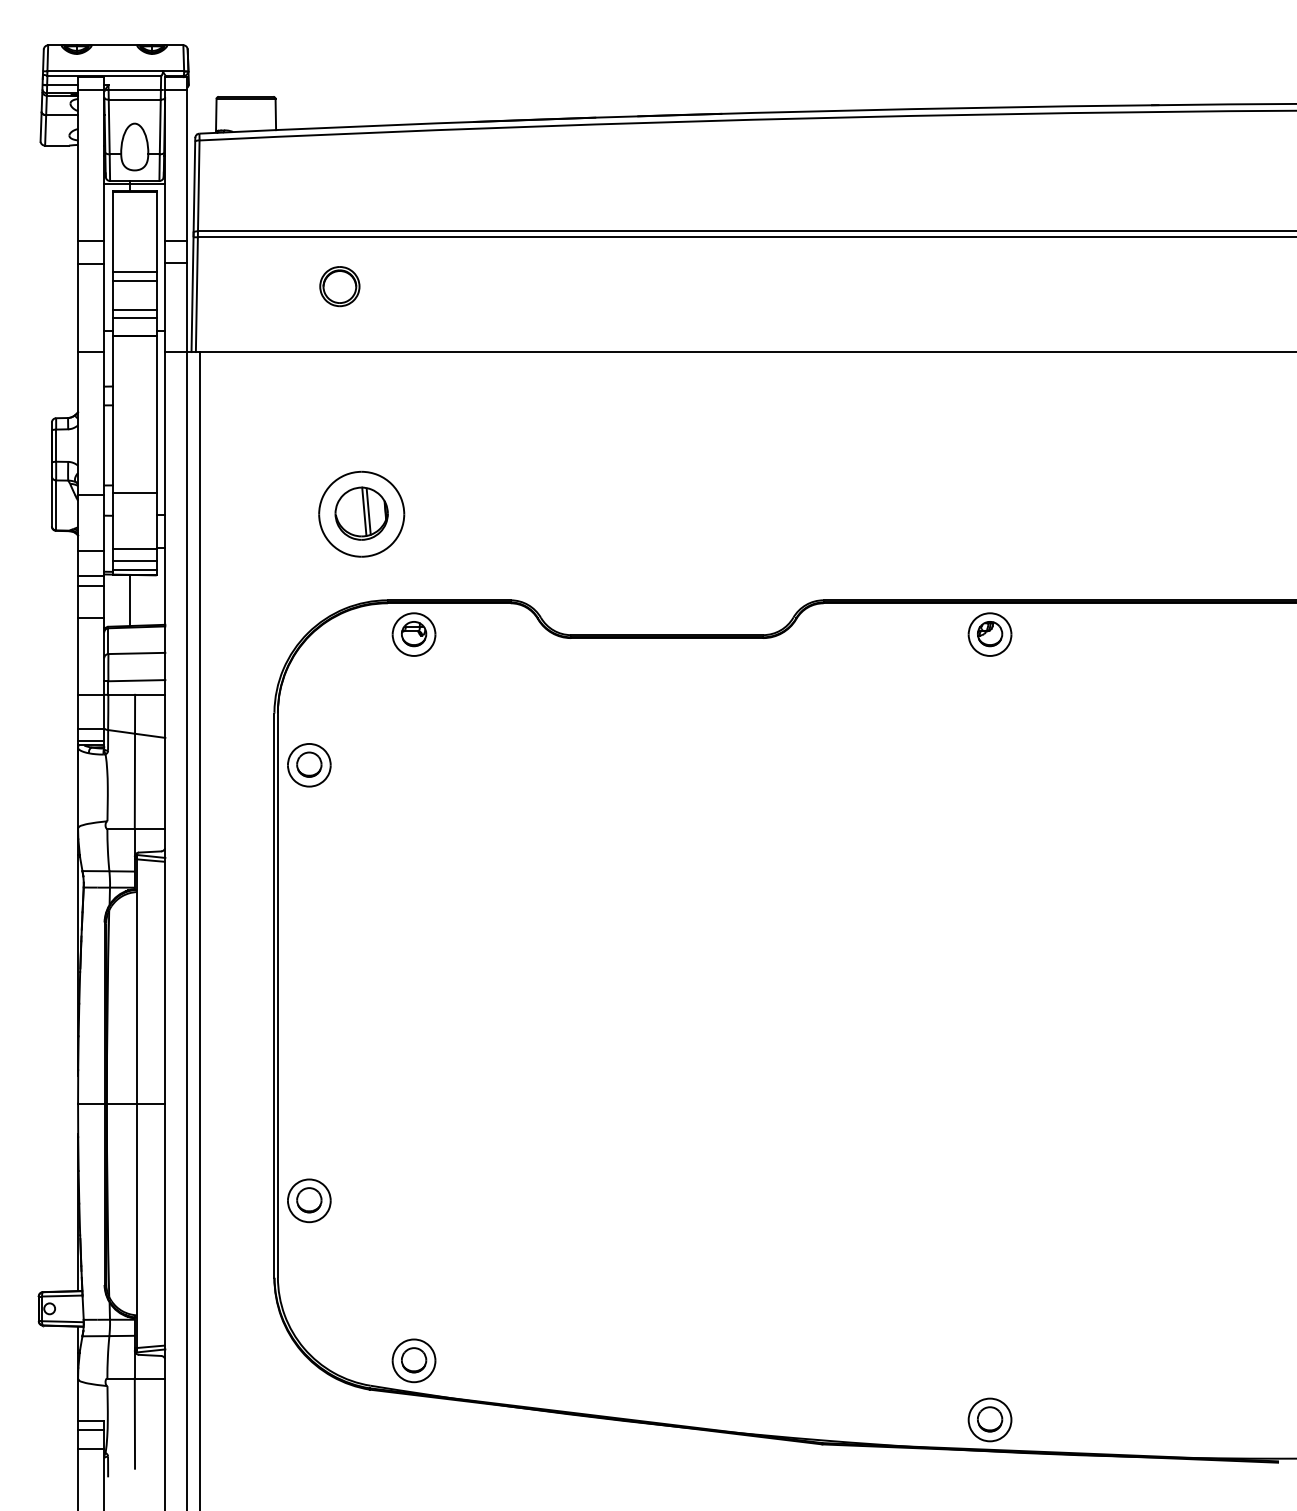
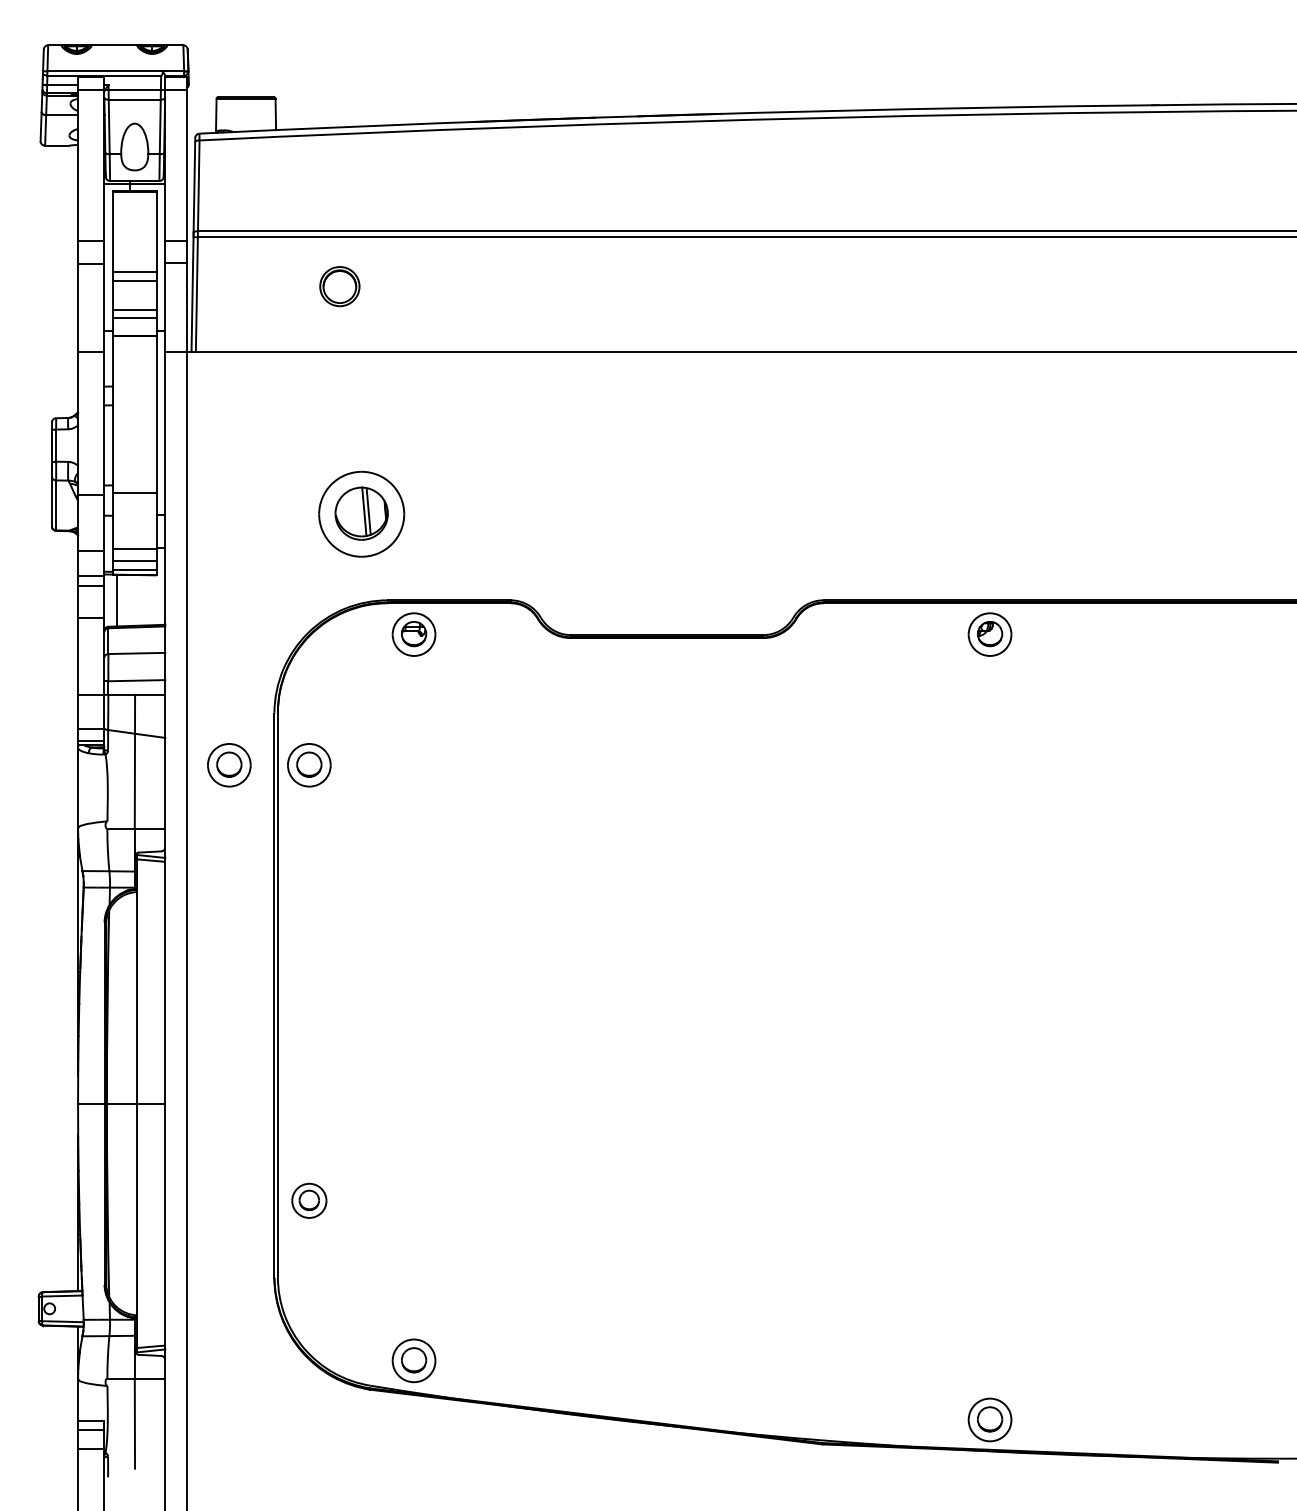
line at (130, 599) position: (130, 599) -> (117, 599)
part at (229, 765): none -> present
line at (200, 929): present -> none
part at (309, 1200) size: 45x46 px -> 37x37 px
